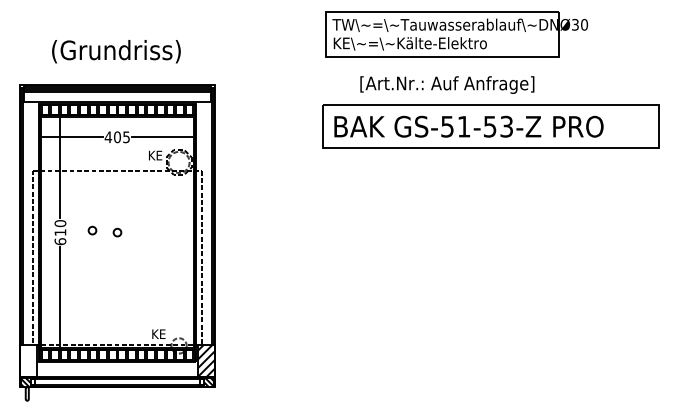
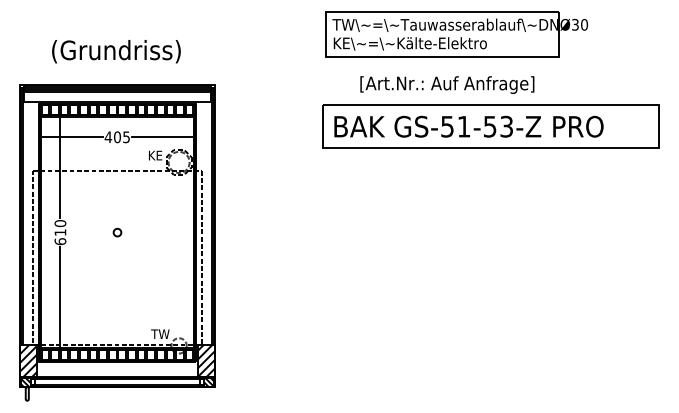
circle at (92, 230): present -> none
text at (160, 333): KE -> TW
hatch at (28, 360): none -> present
